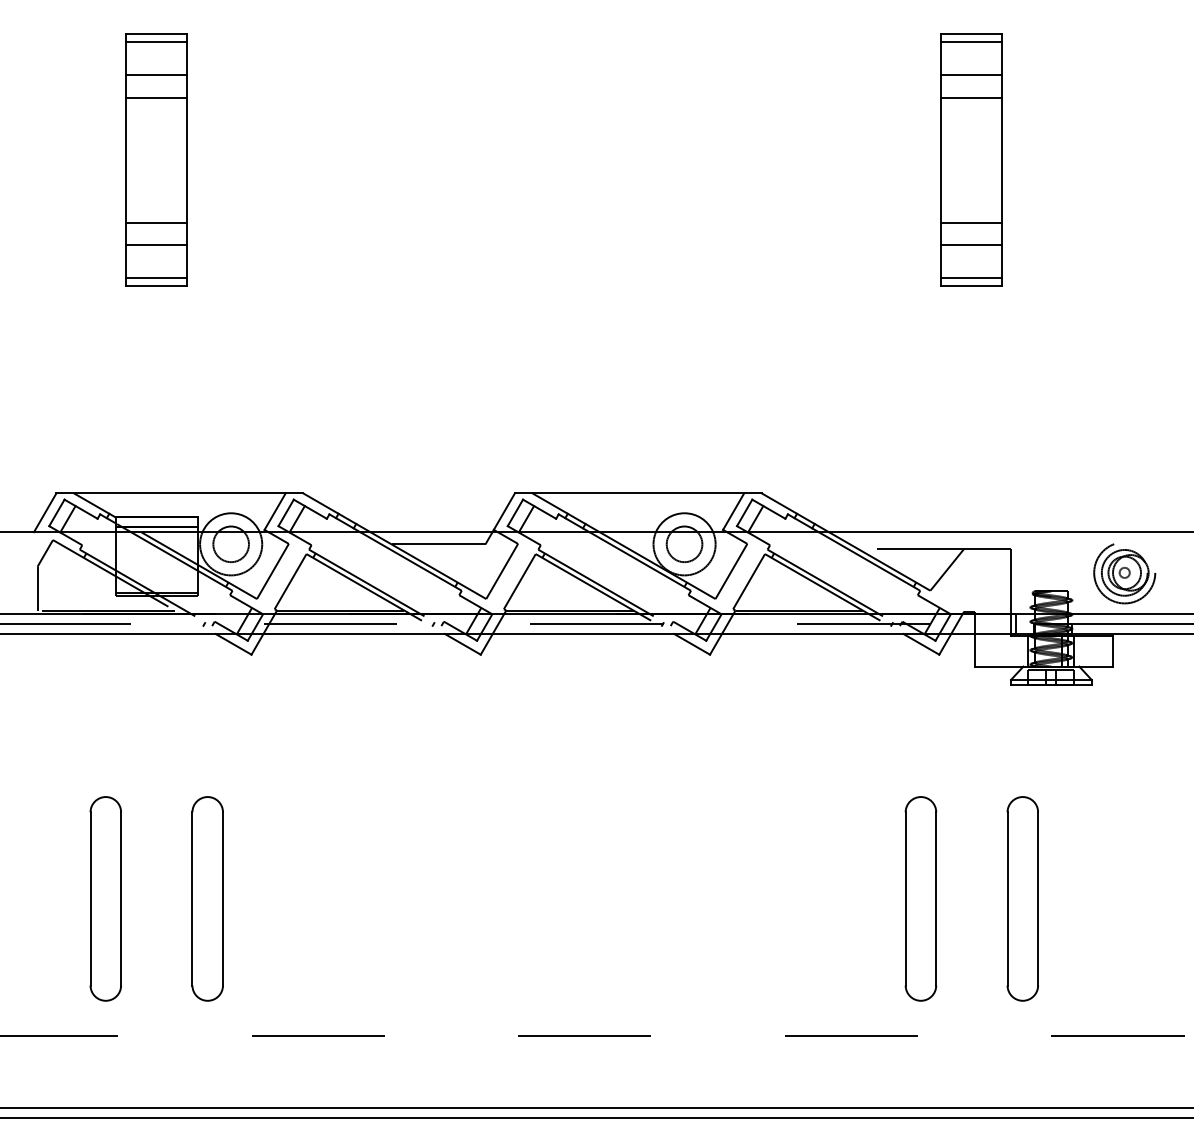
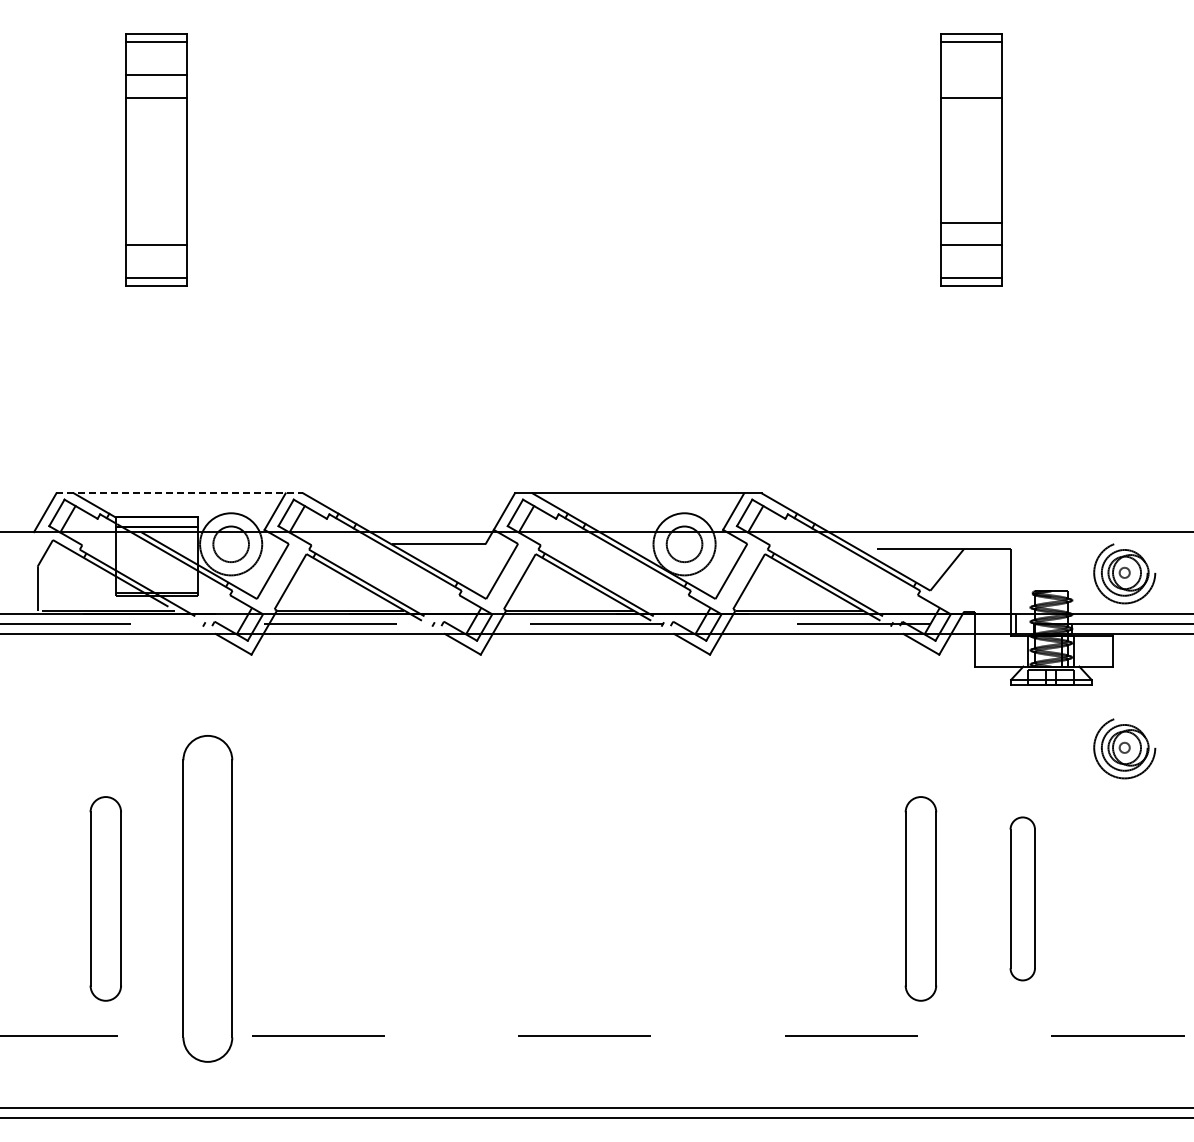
line at (971, 75): present -> none
line at (156, 222): present -> none
line at (180, 493): solid -> dashed
part at (1124, 748): none -> present
part at (207, 898) size: 33x206 px -> 52x328 px
part at (1022, 898) size: 33x206 px -> 27x166 px
